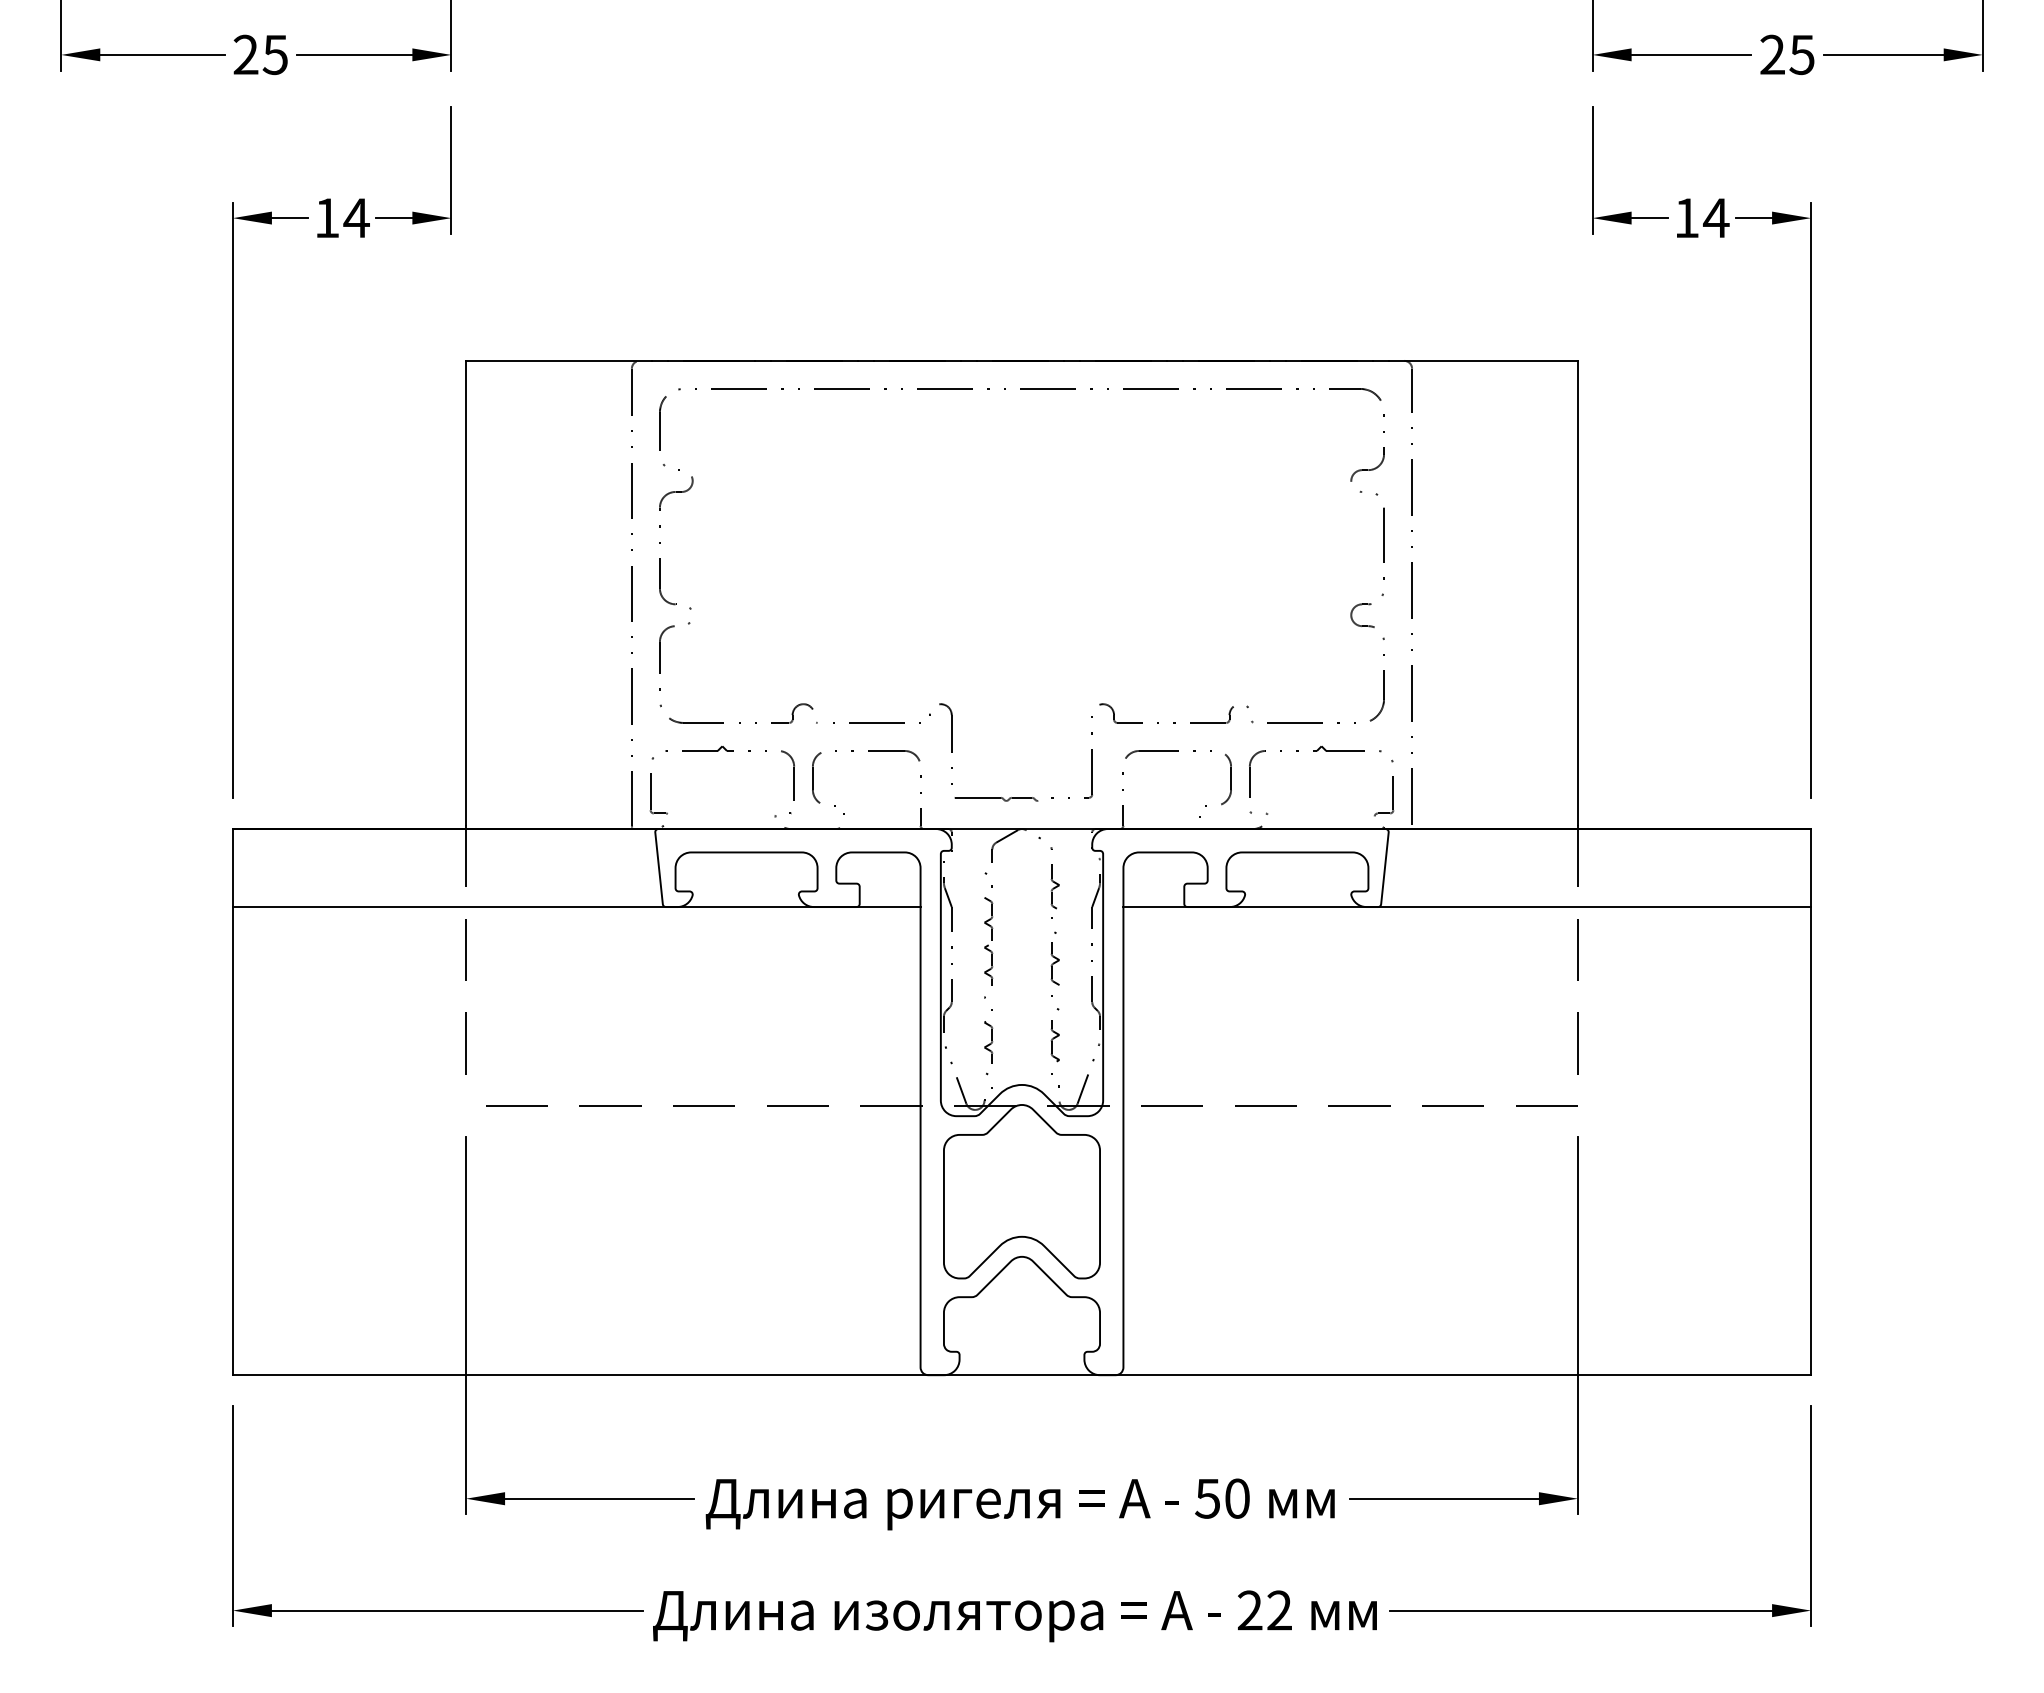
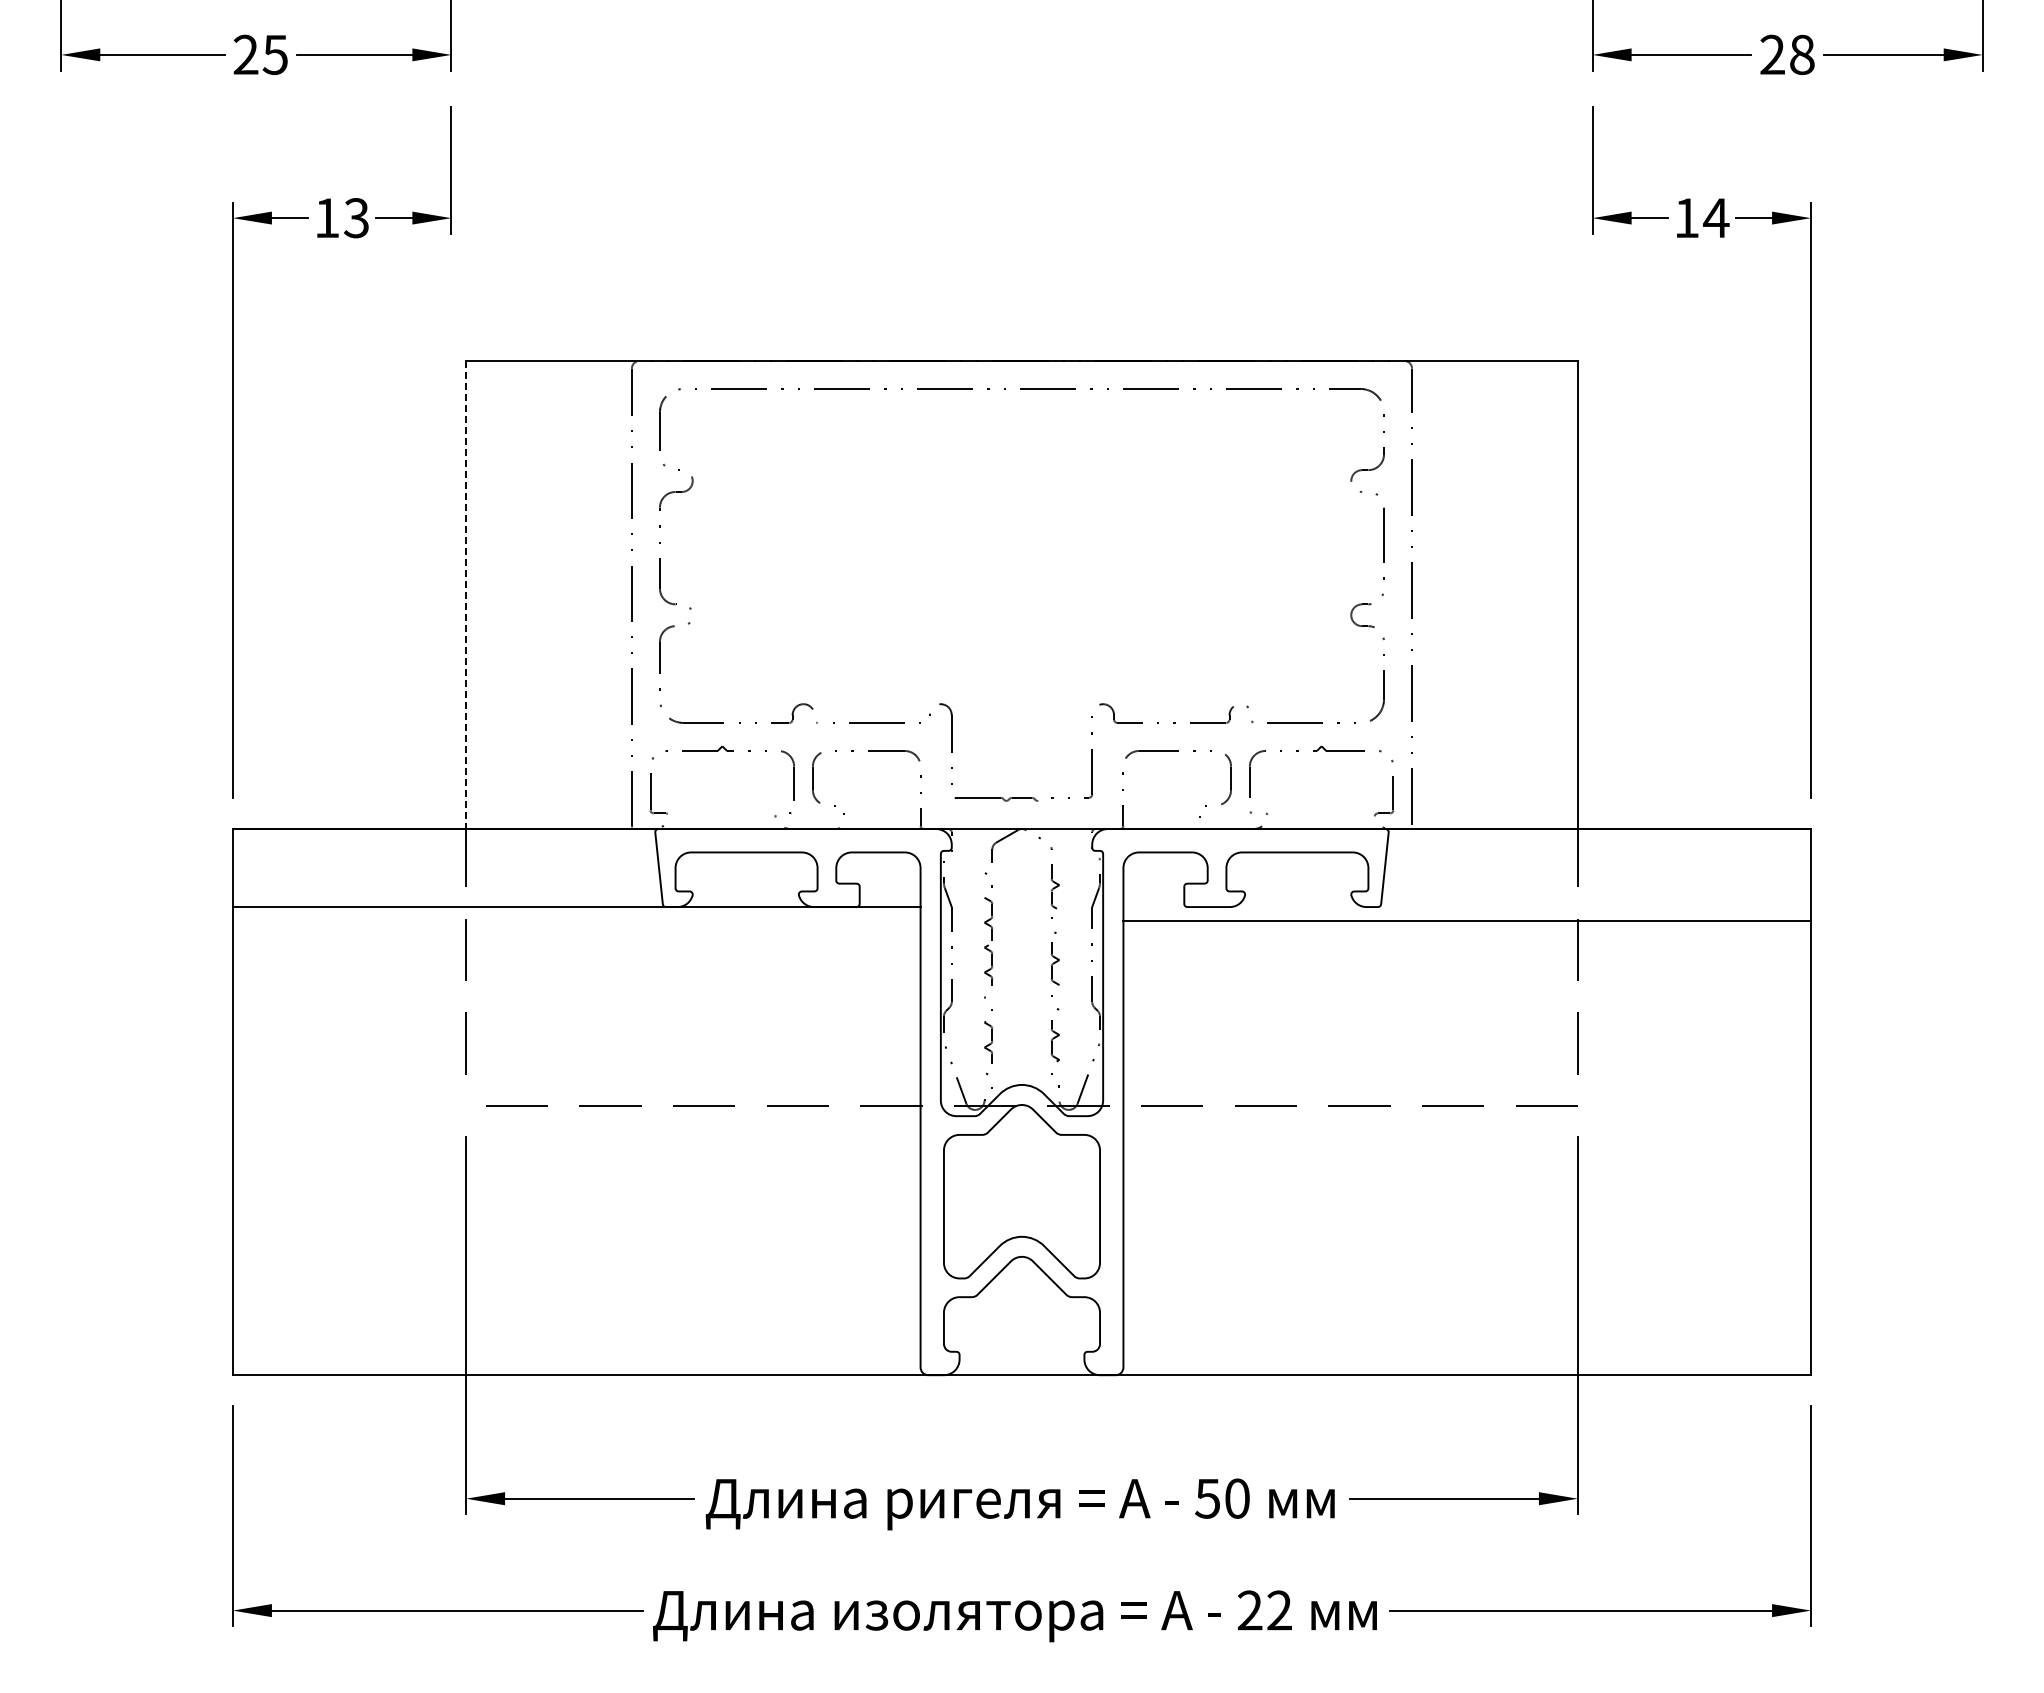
text at (1801, 54): 25 -> 28
text at (356, 218): 14 -> 13
line at (465, 592): solid -> dashed
line at (1467, 907) position: (1467, 907) -> (1467, 921)
